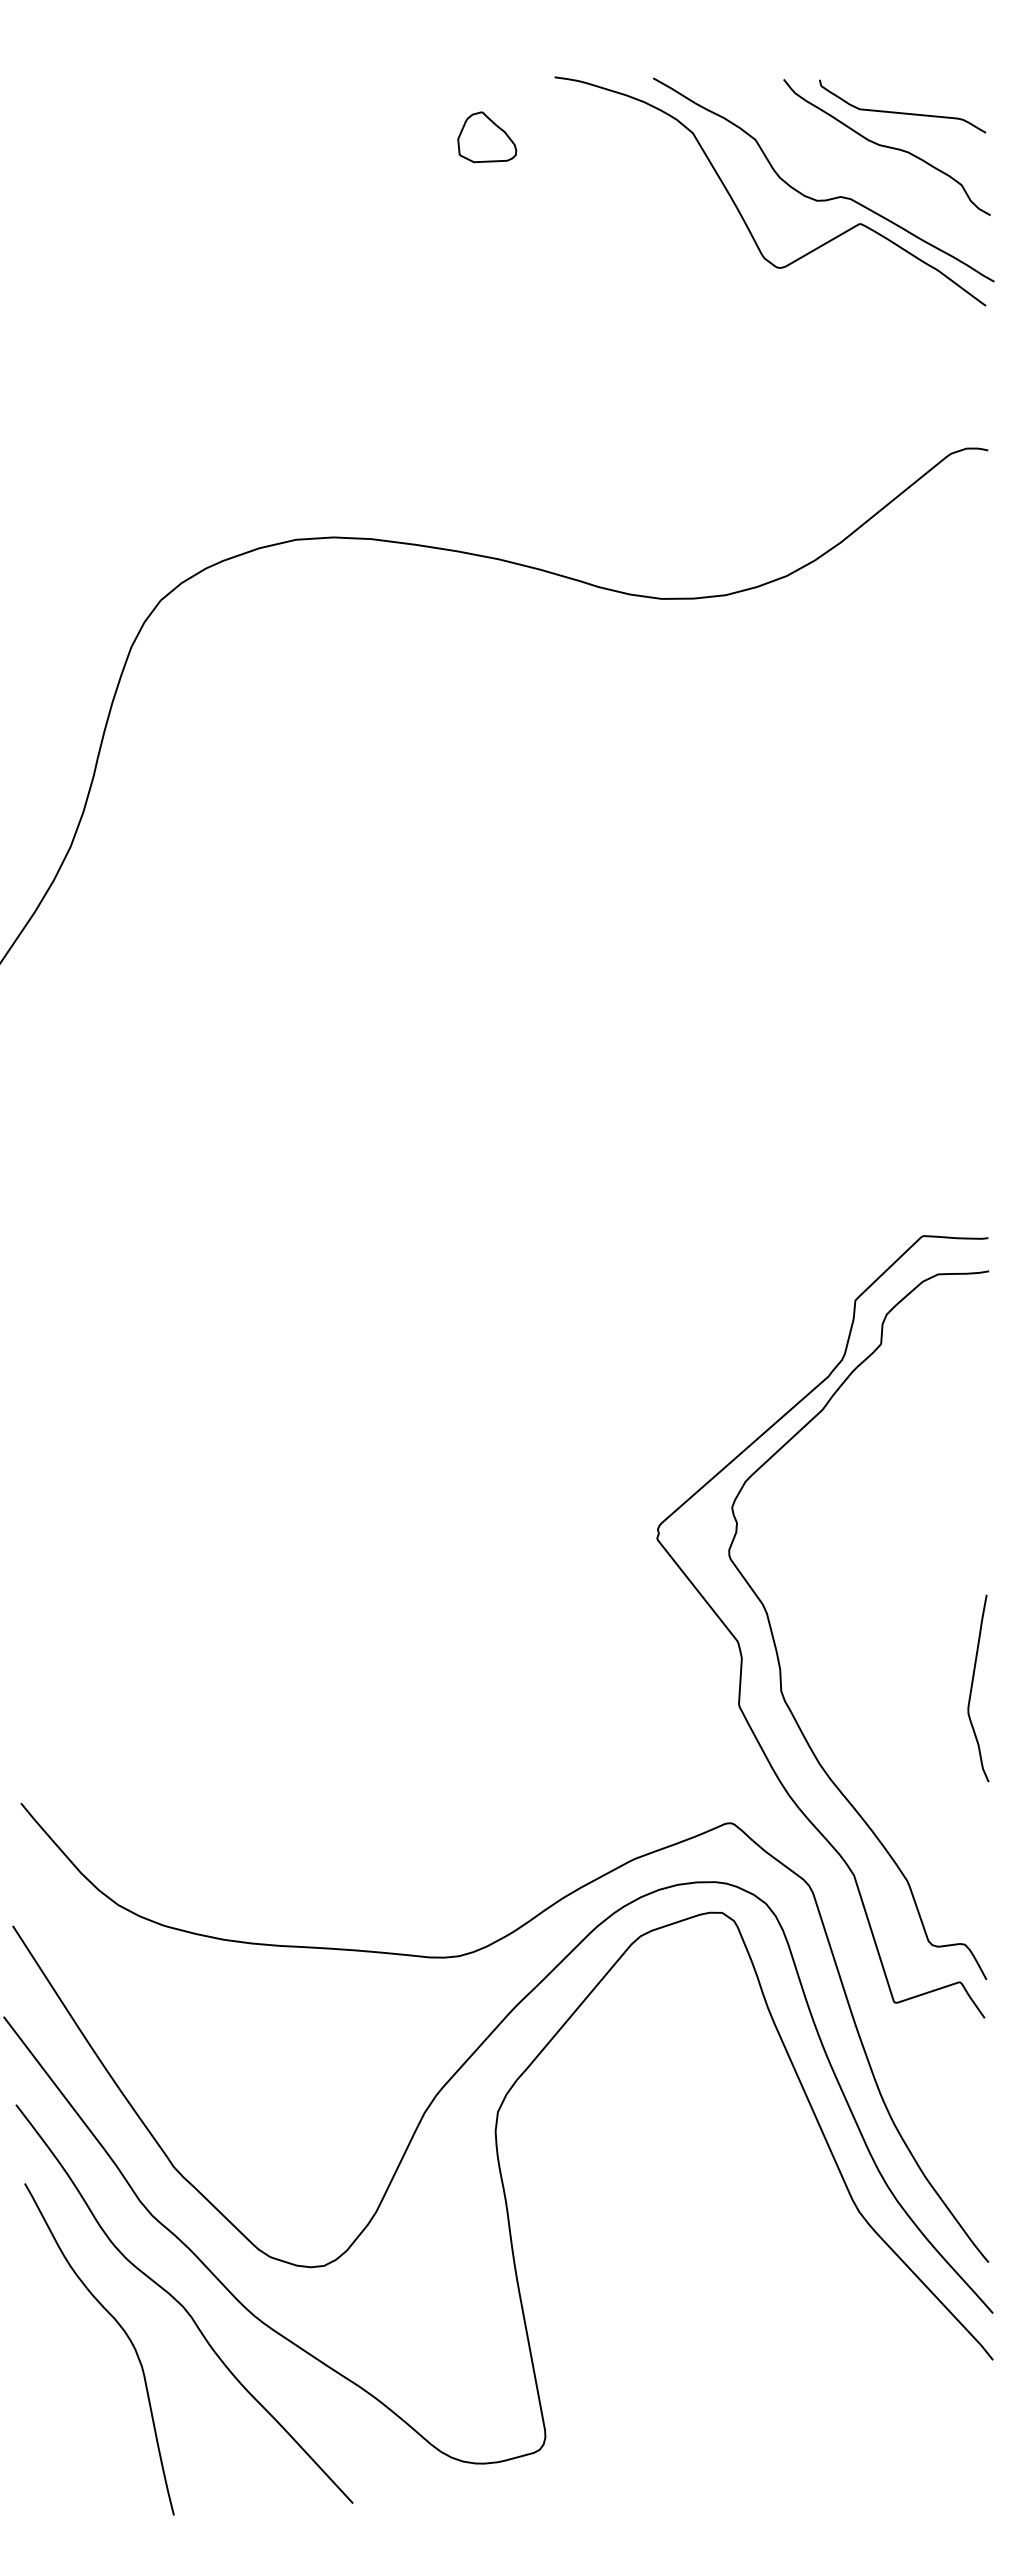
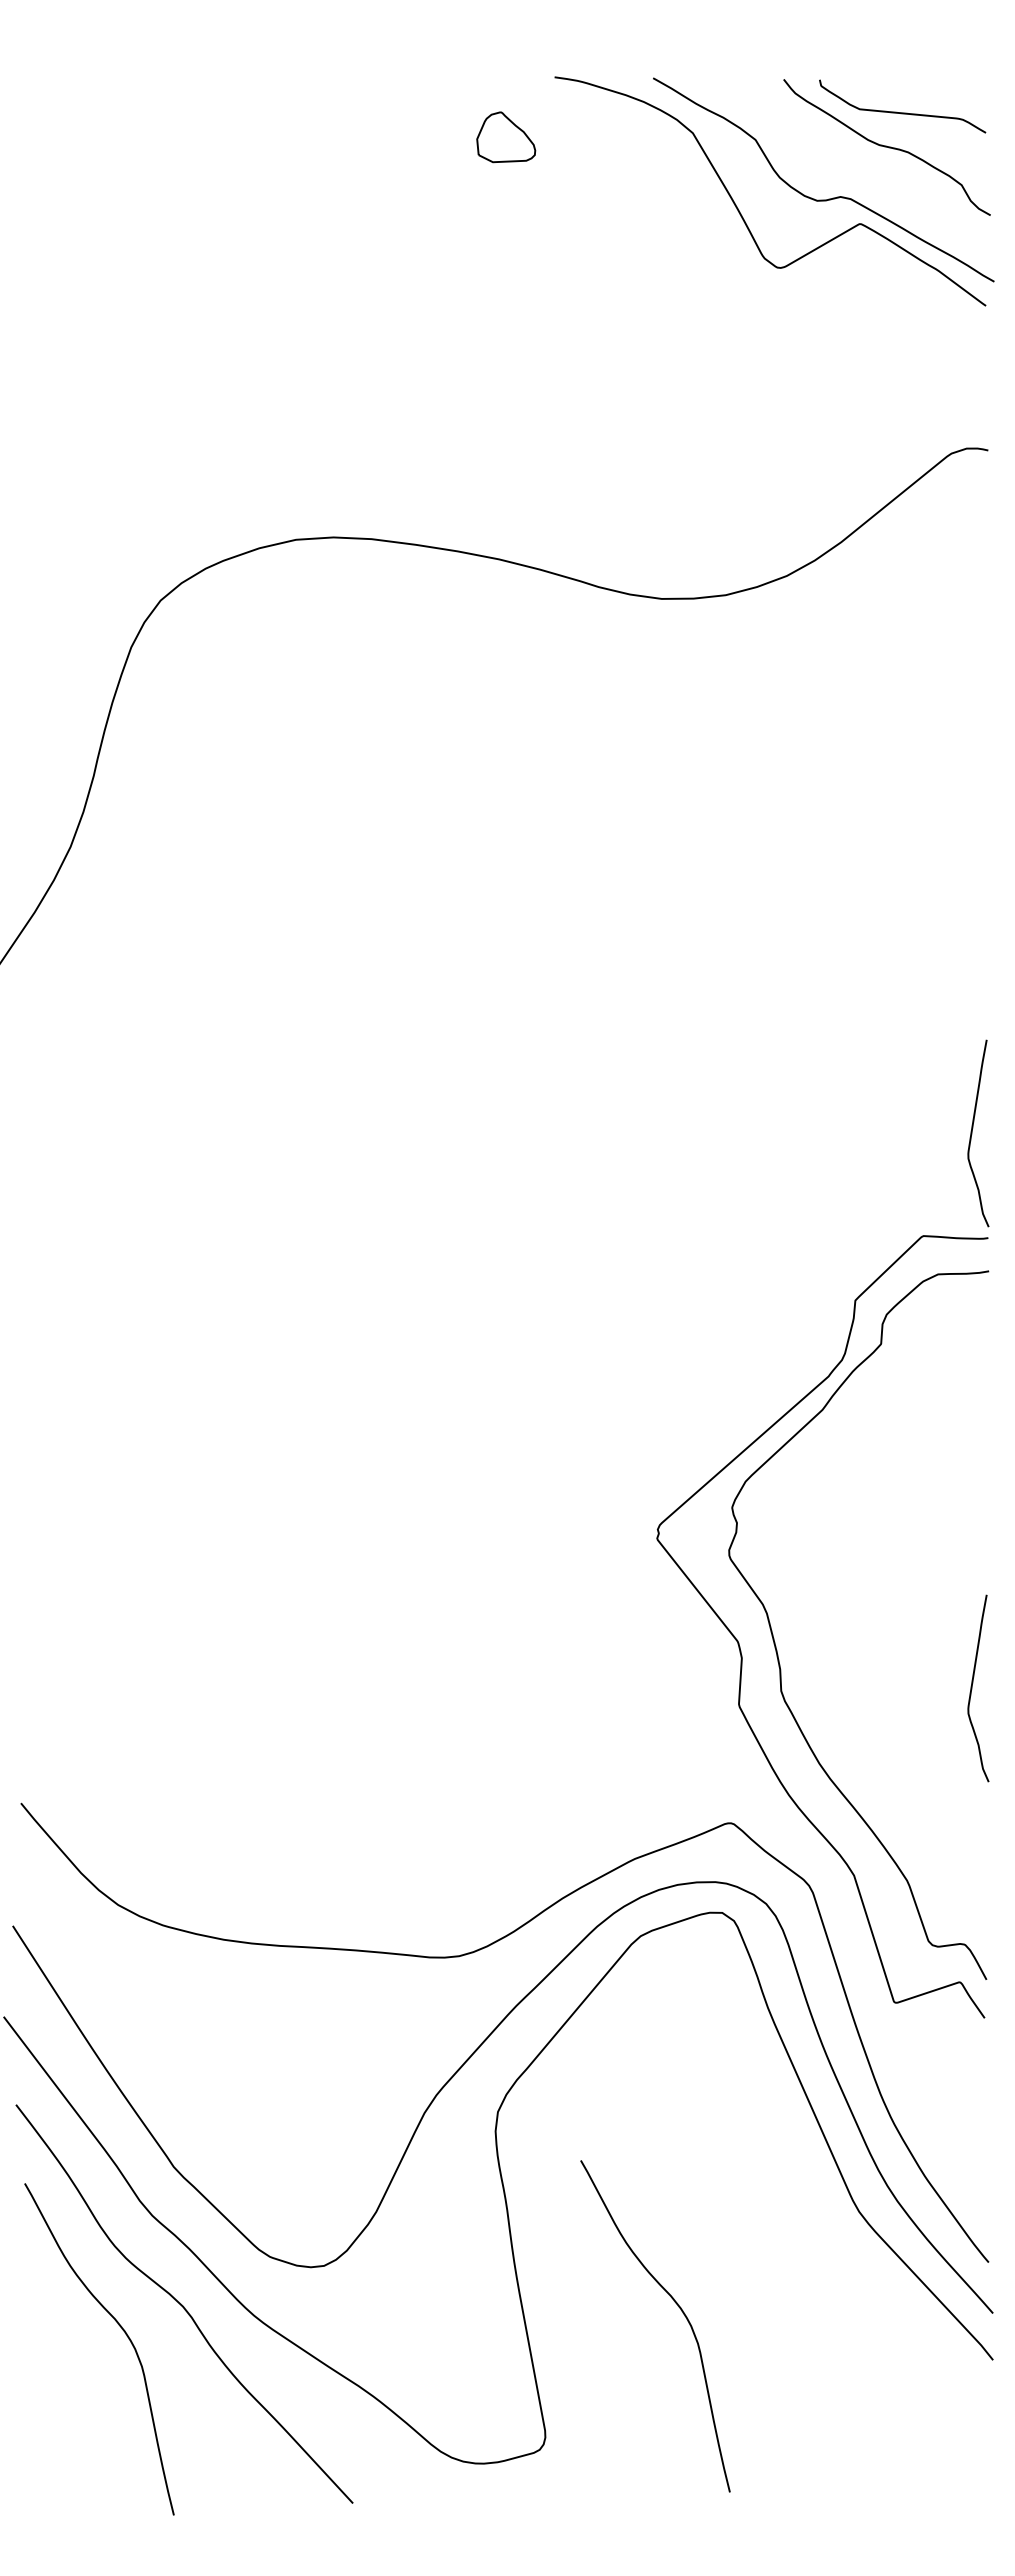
part at (487, 137) position: (487, 137) -> (506, 137)
curve at (972, 1133): none -> present
curve at (678, 2307): none -> present
